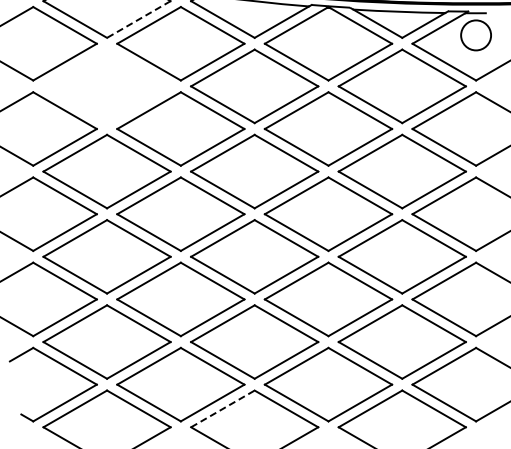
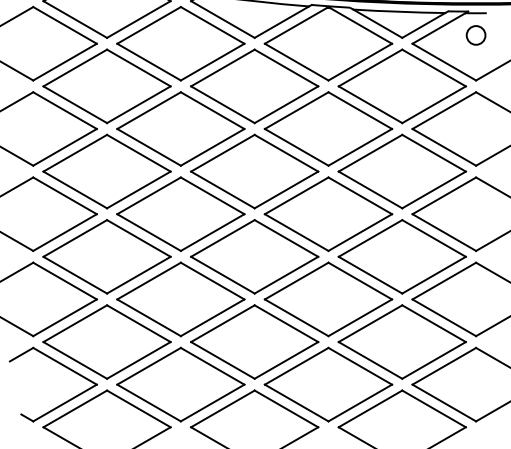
line at (138, 19): dashed -> solid
circle at (476, 35) diameter: 30 px -> 19 px
part at (106, 86): none -> present
line at (222, 408): dashed -> solid
